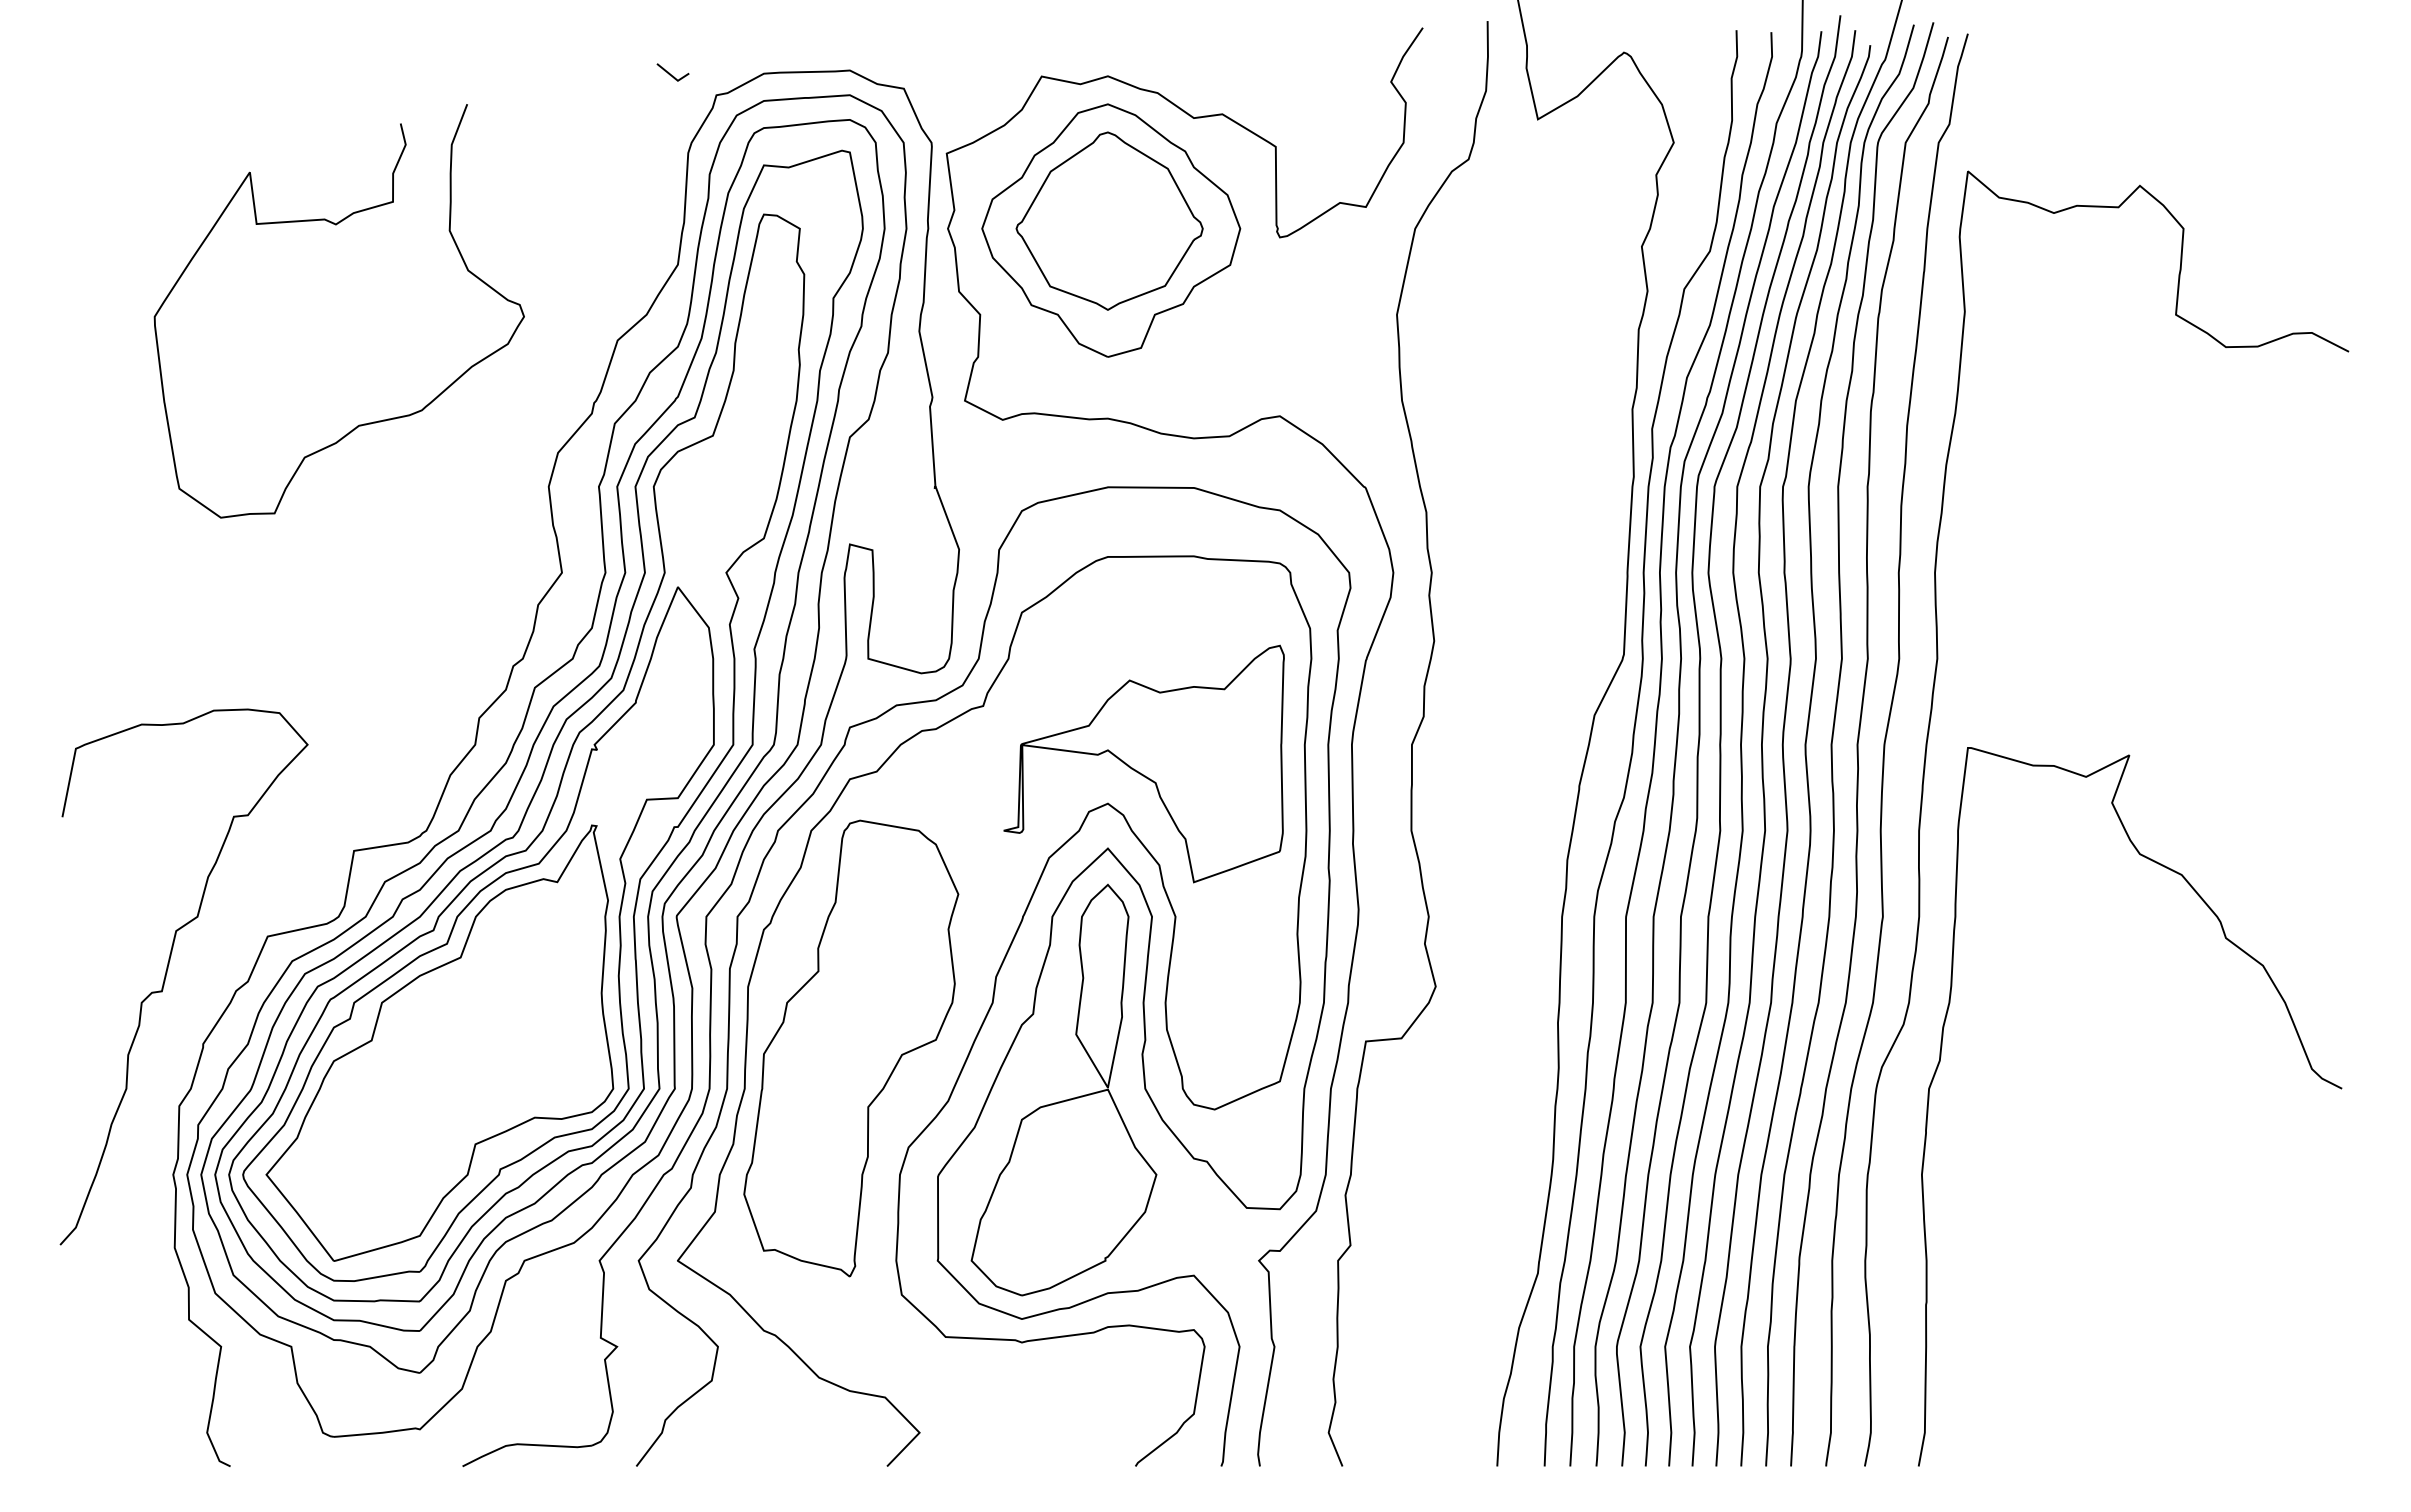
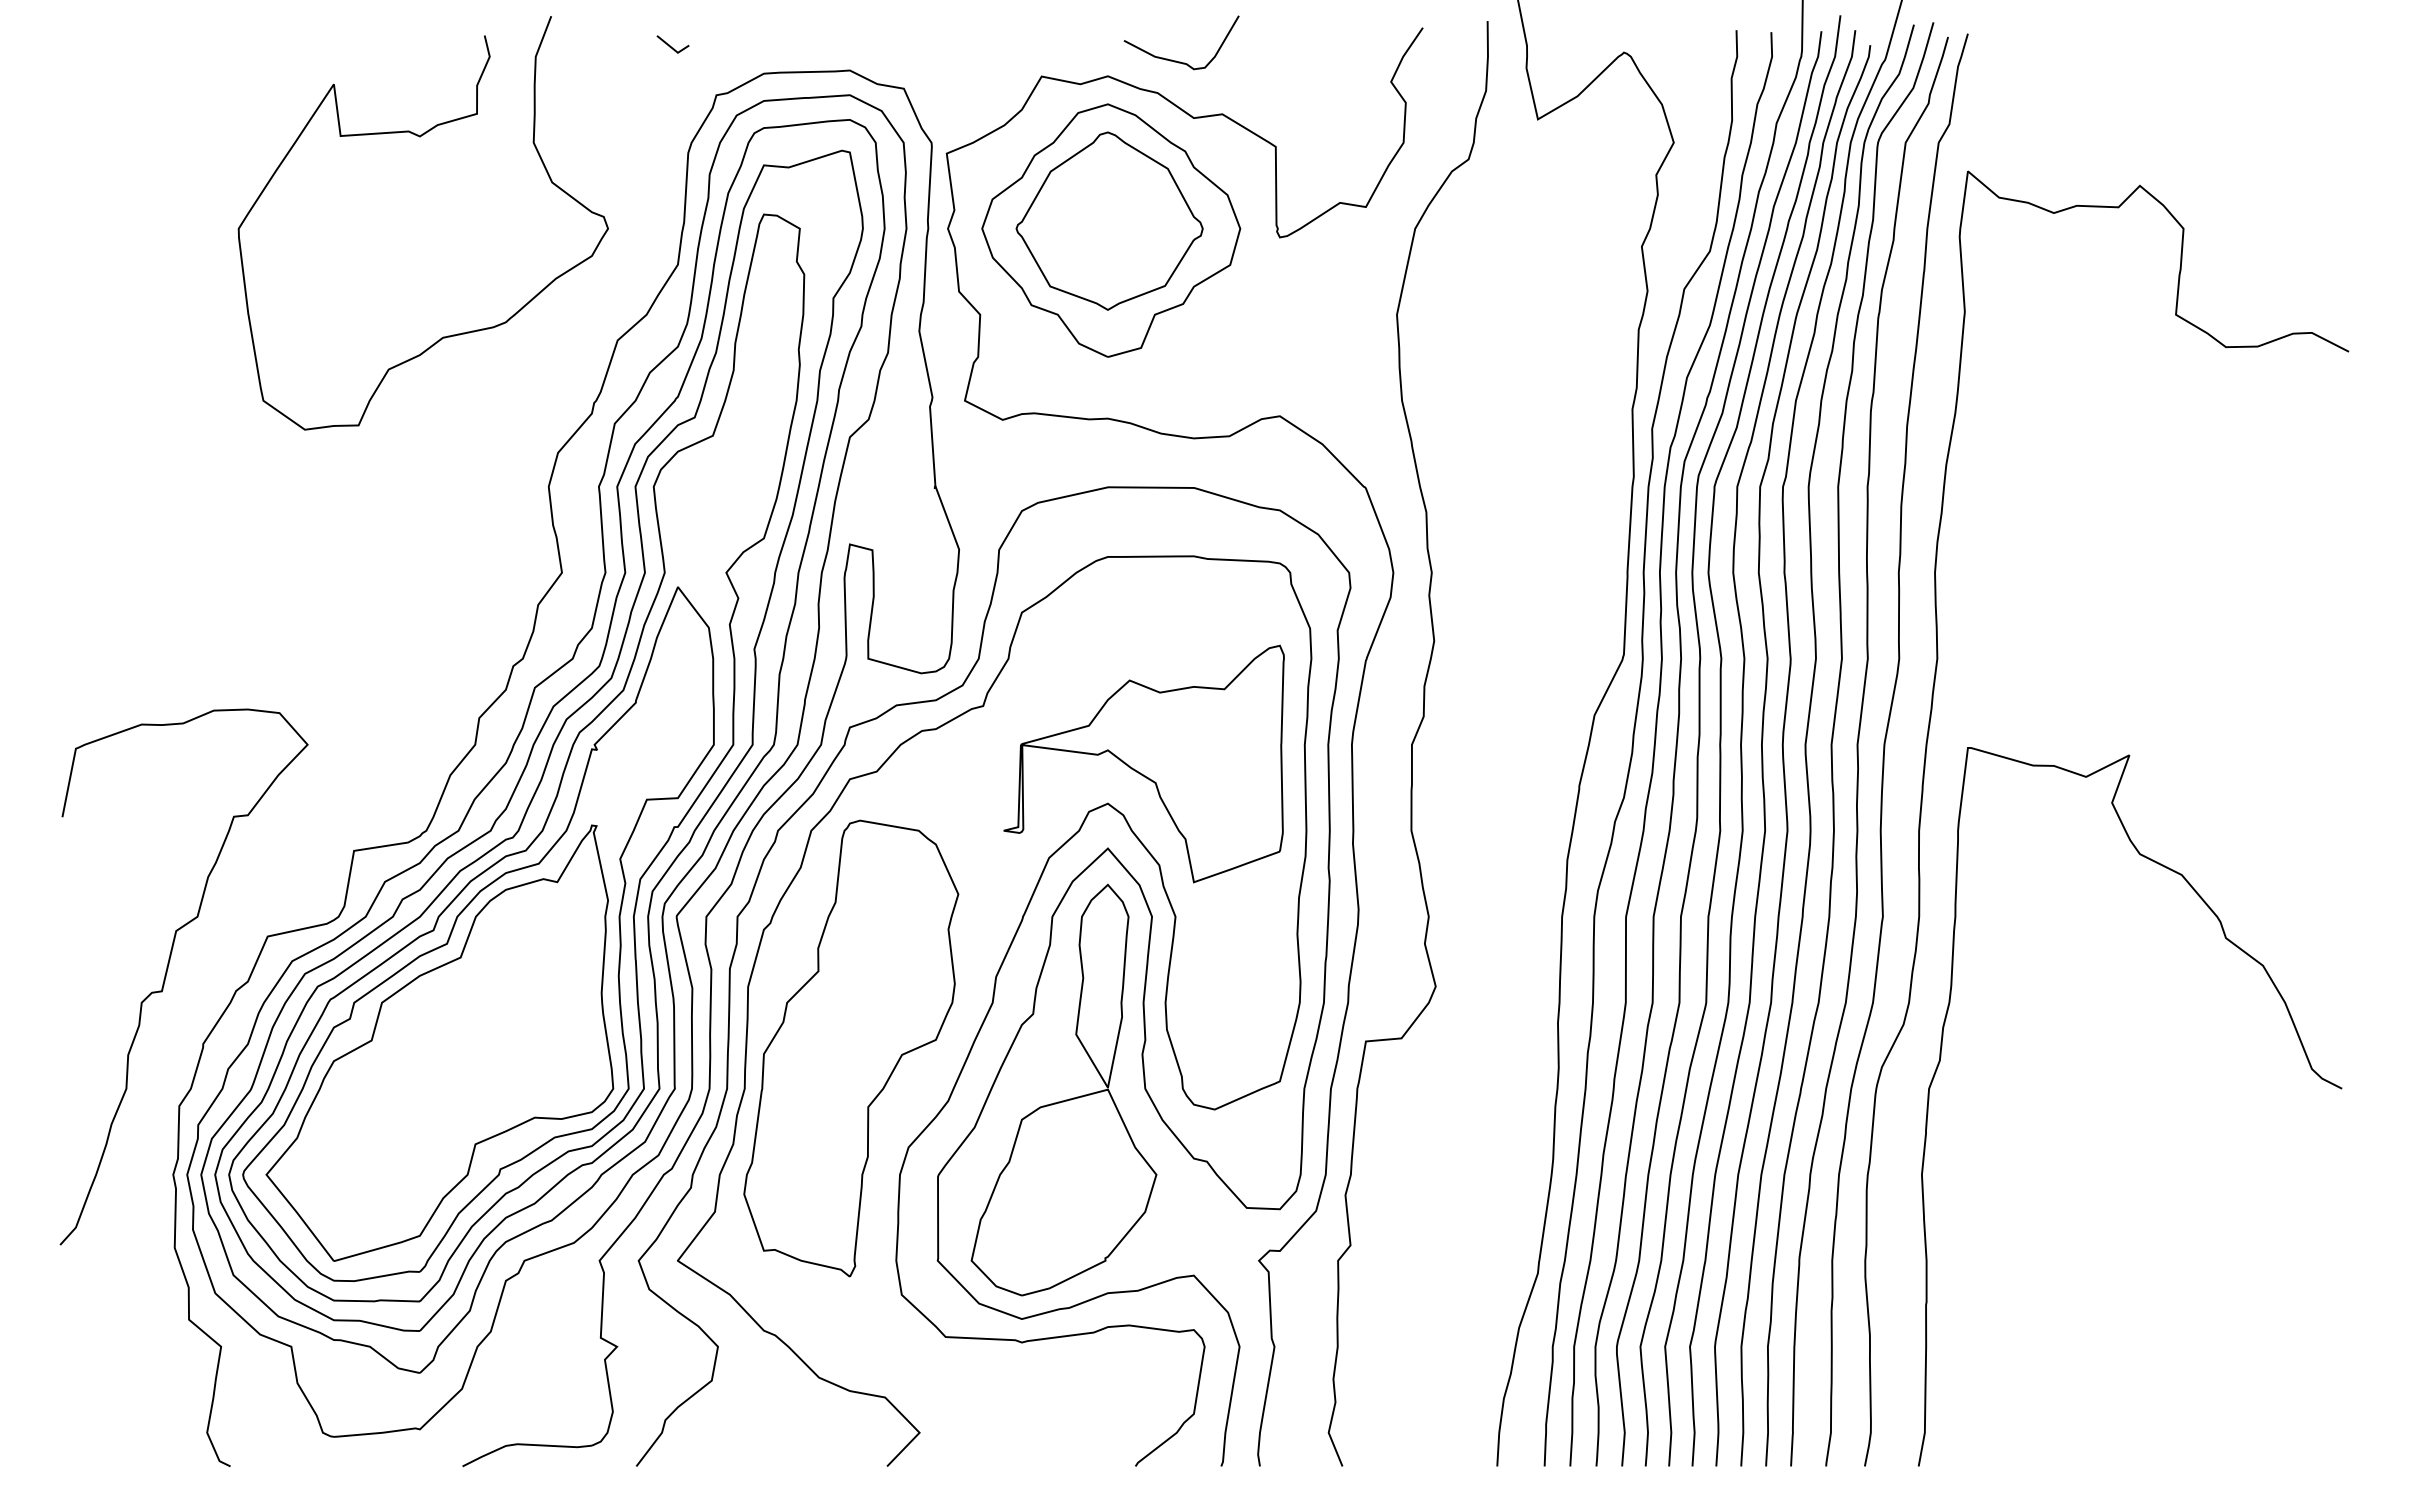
curve at (1176, 60): none -> present
line at (670, 73) position: (670, 73) -> (670, 45)
curve at (336, 225) position: (336, 225) -> (420, 137)
